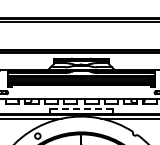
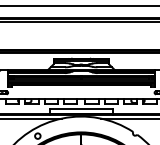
line at (79, 5): none -> present
line at (81, 109): dashed -> solid
